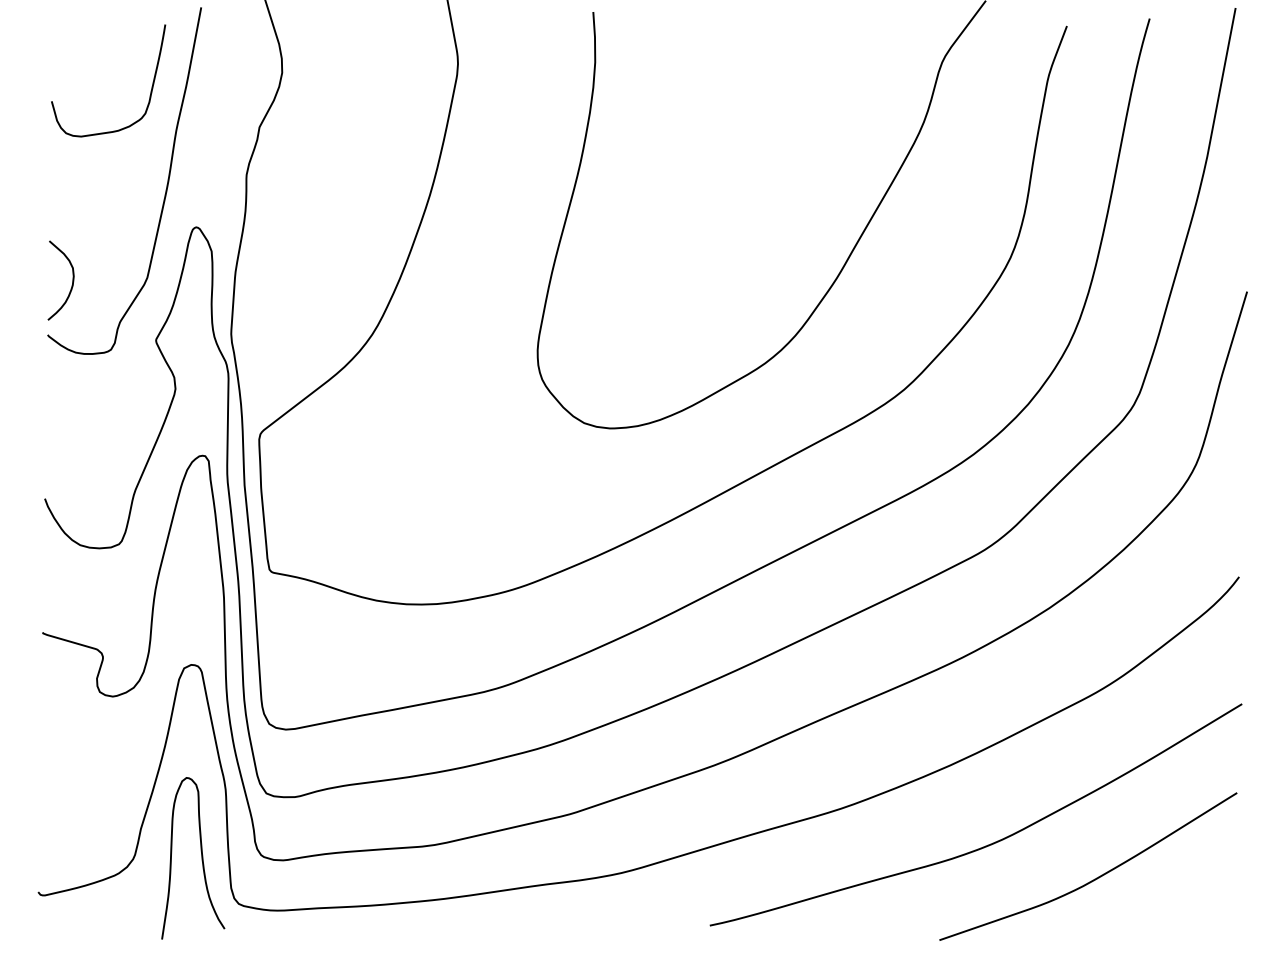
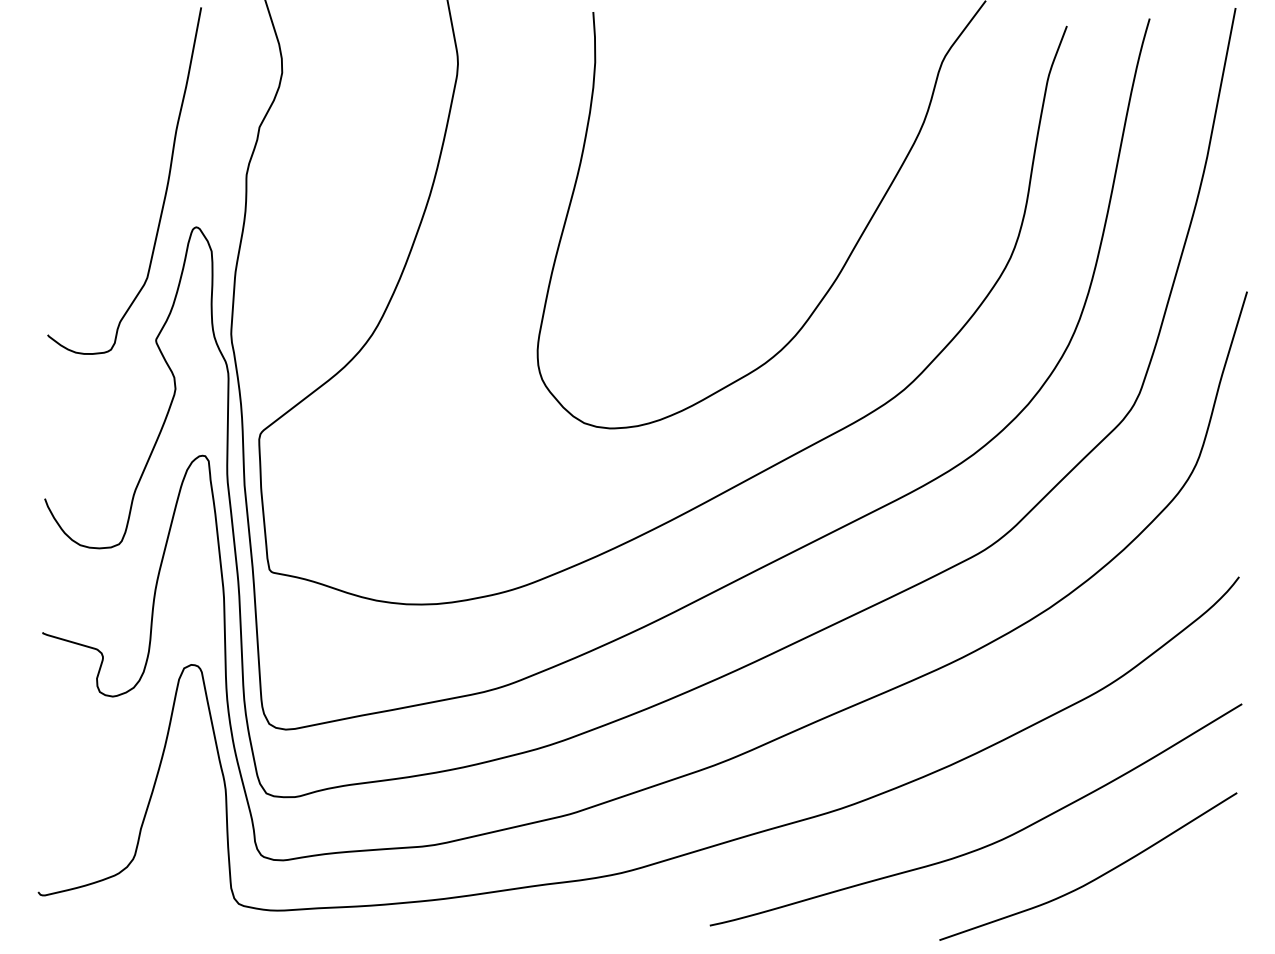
curve at (150, 90): present -> none
curve at (72, 280): present -> none
curve at (201, 858): present -> none
